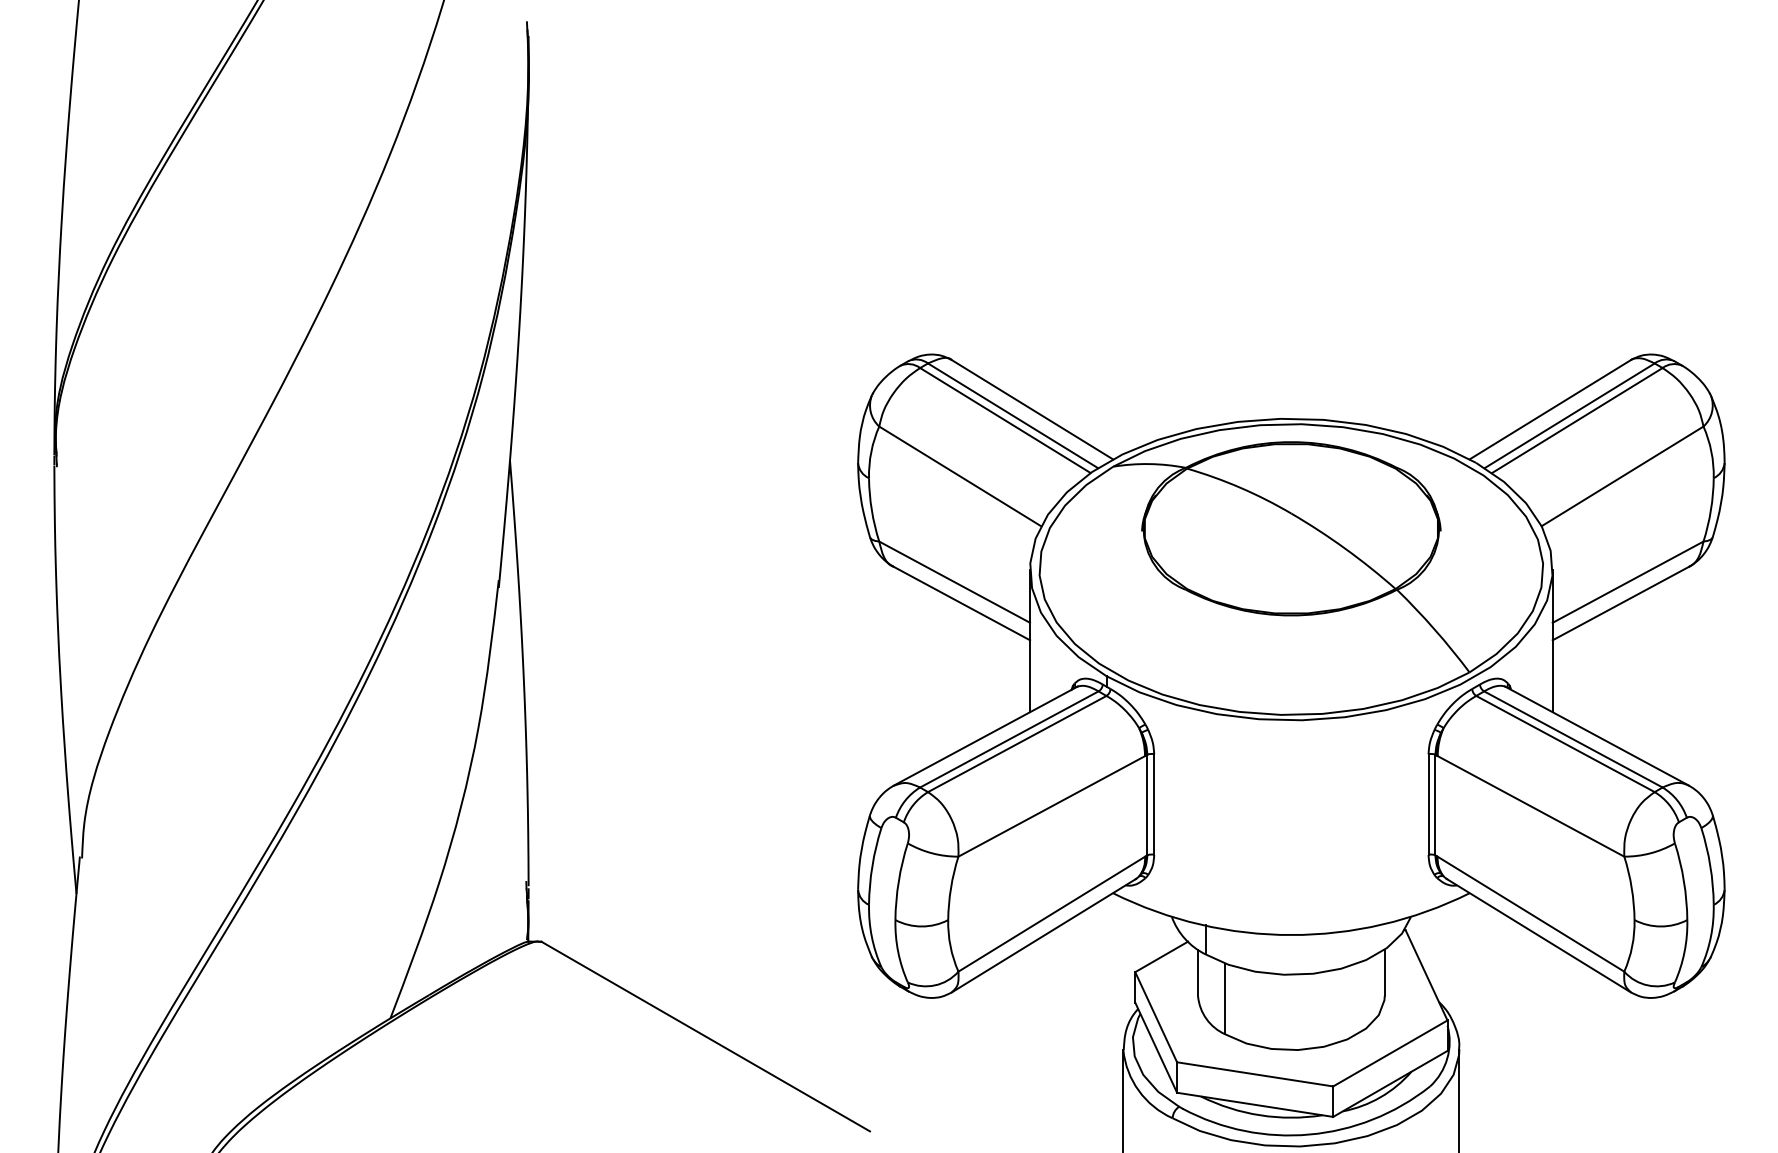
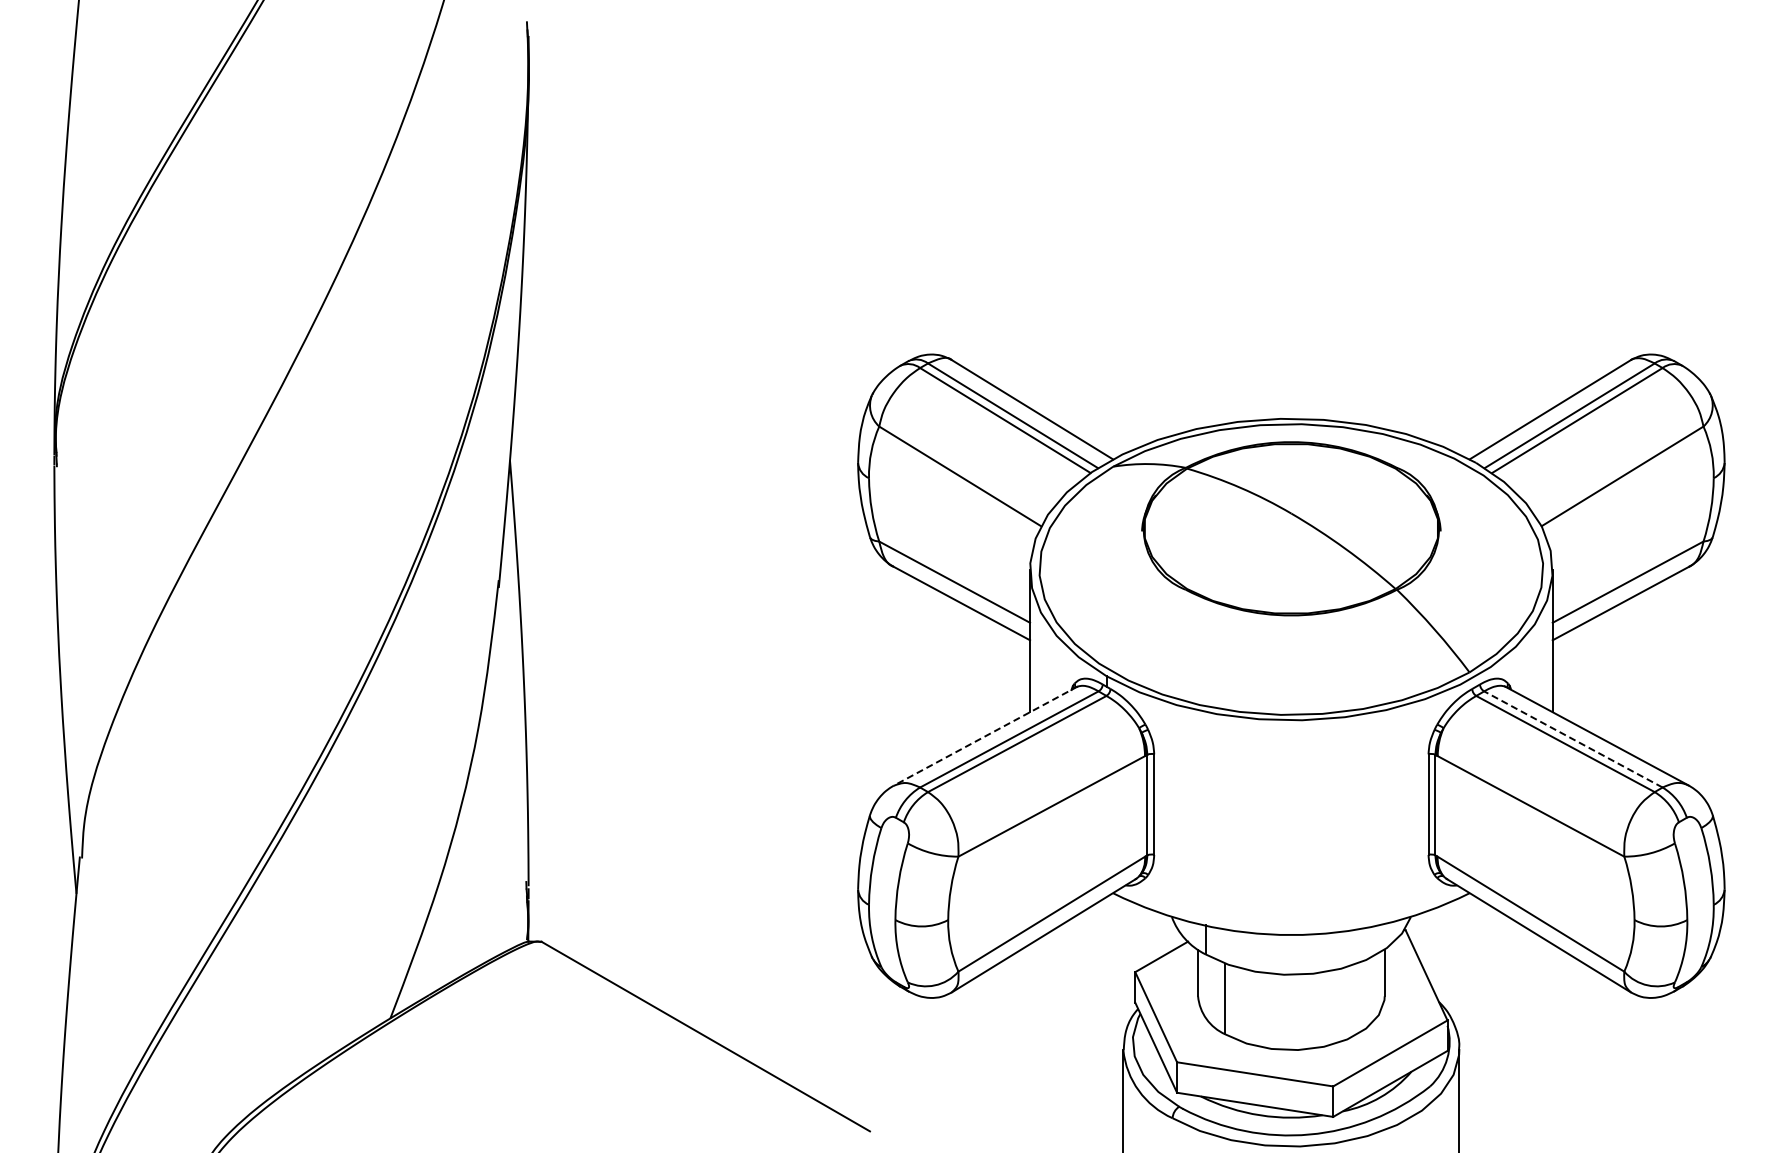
line at (985, 736): solid -> dashed
line at (1572, 739): solid -> dashed
